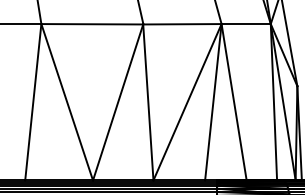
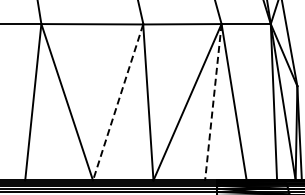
line at (118, 102): solid -> dashed
line at (213, 102): solid -> dashed
